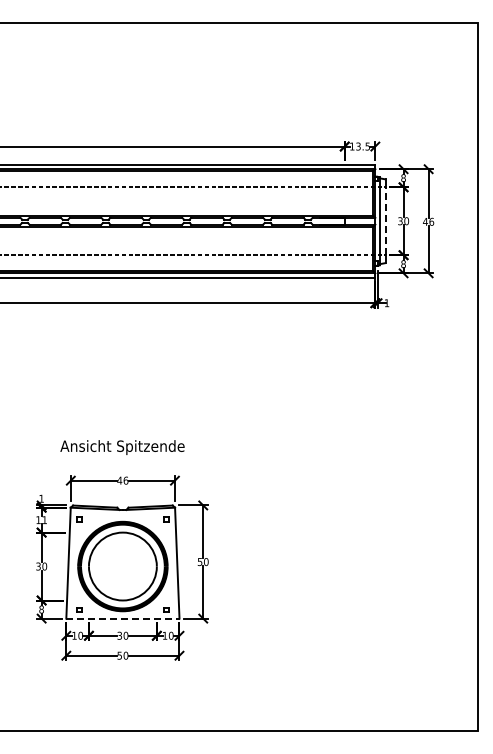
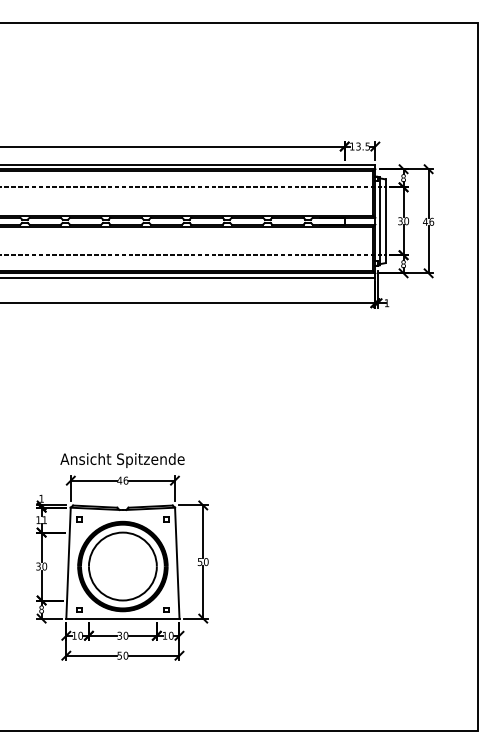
line at (385, 221): dashed -> solid
text at (122, 447) position: (122, 447) -> (122, 460)
line at (122, 618): dashed -> solid
